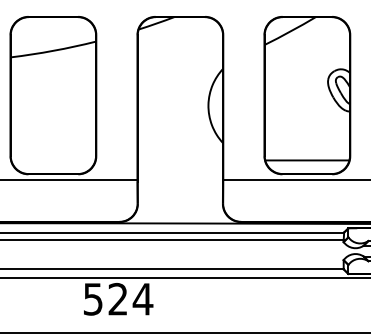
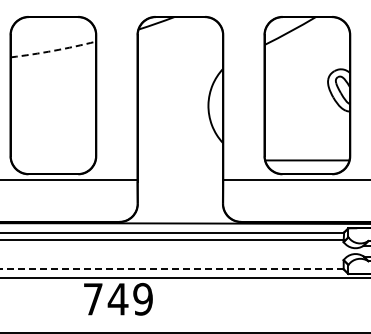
arc at (53, 50): solid -> dashed
line at (171, 269): solid -> dashed
text at (118, 298): 524 -> 749
